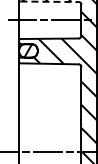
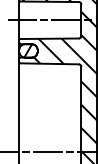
line at (50, 1): dashed -> solid
